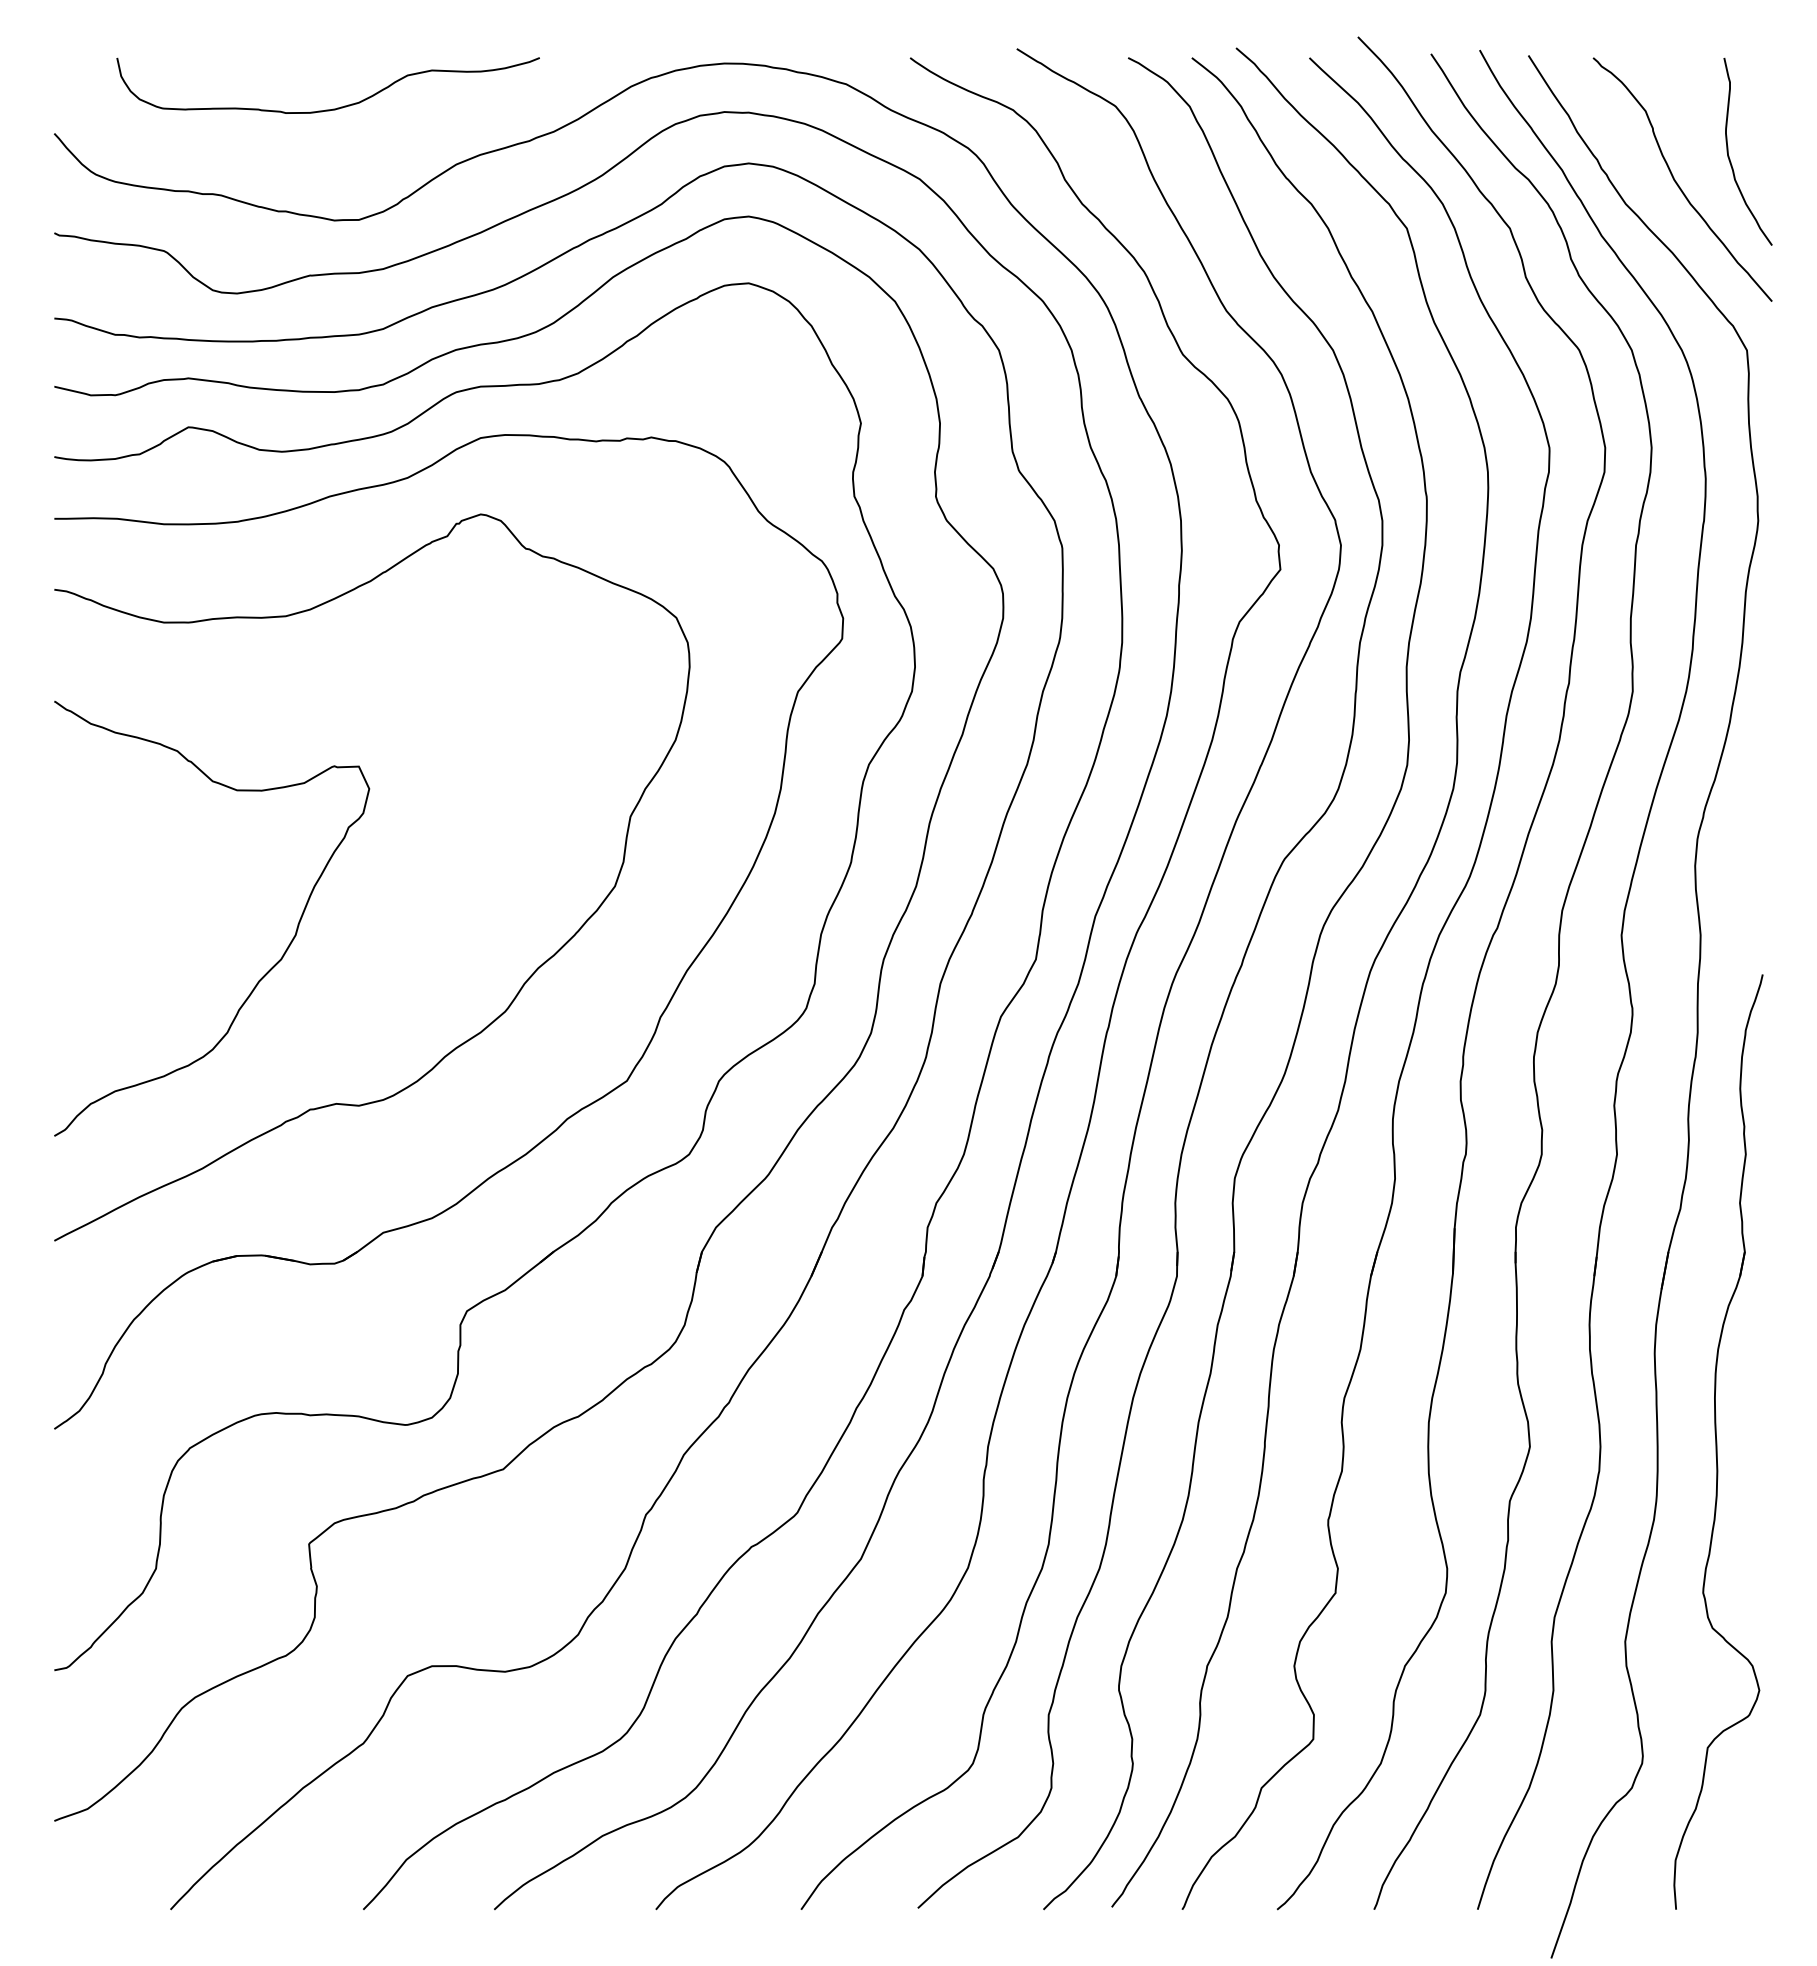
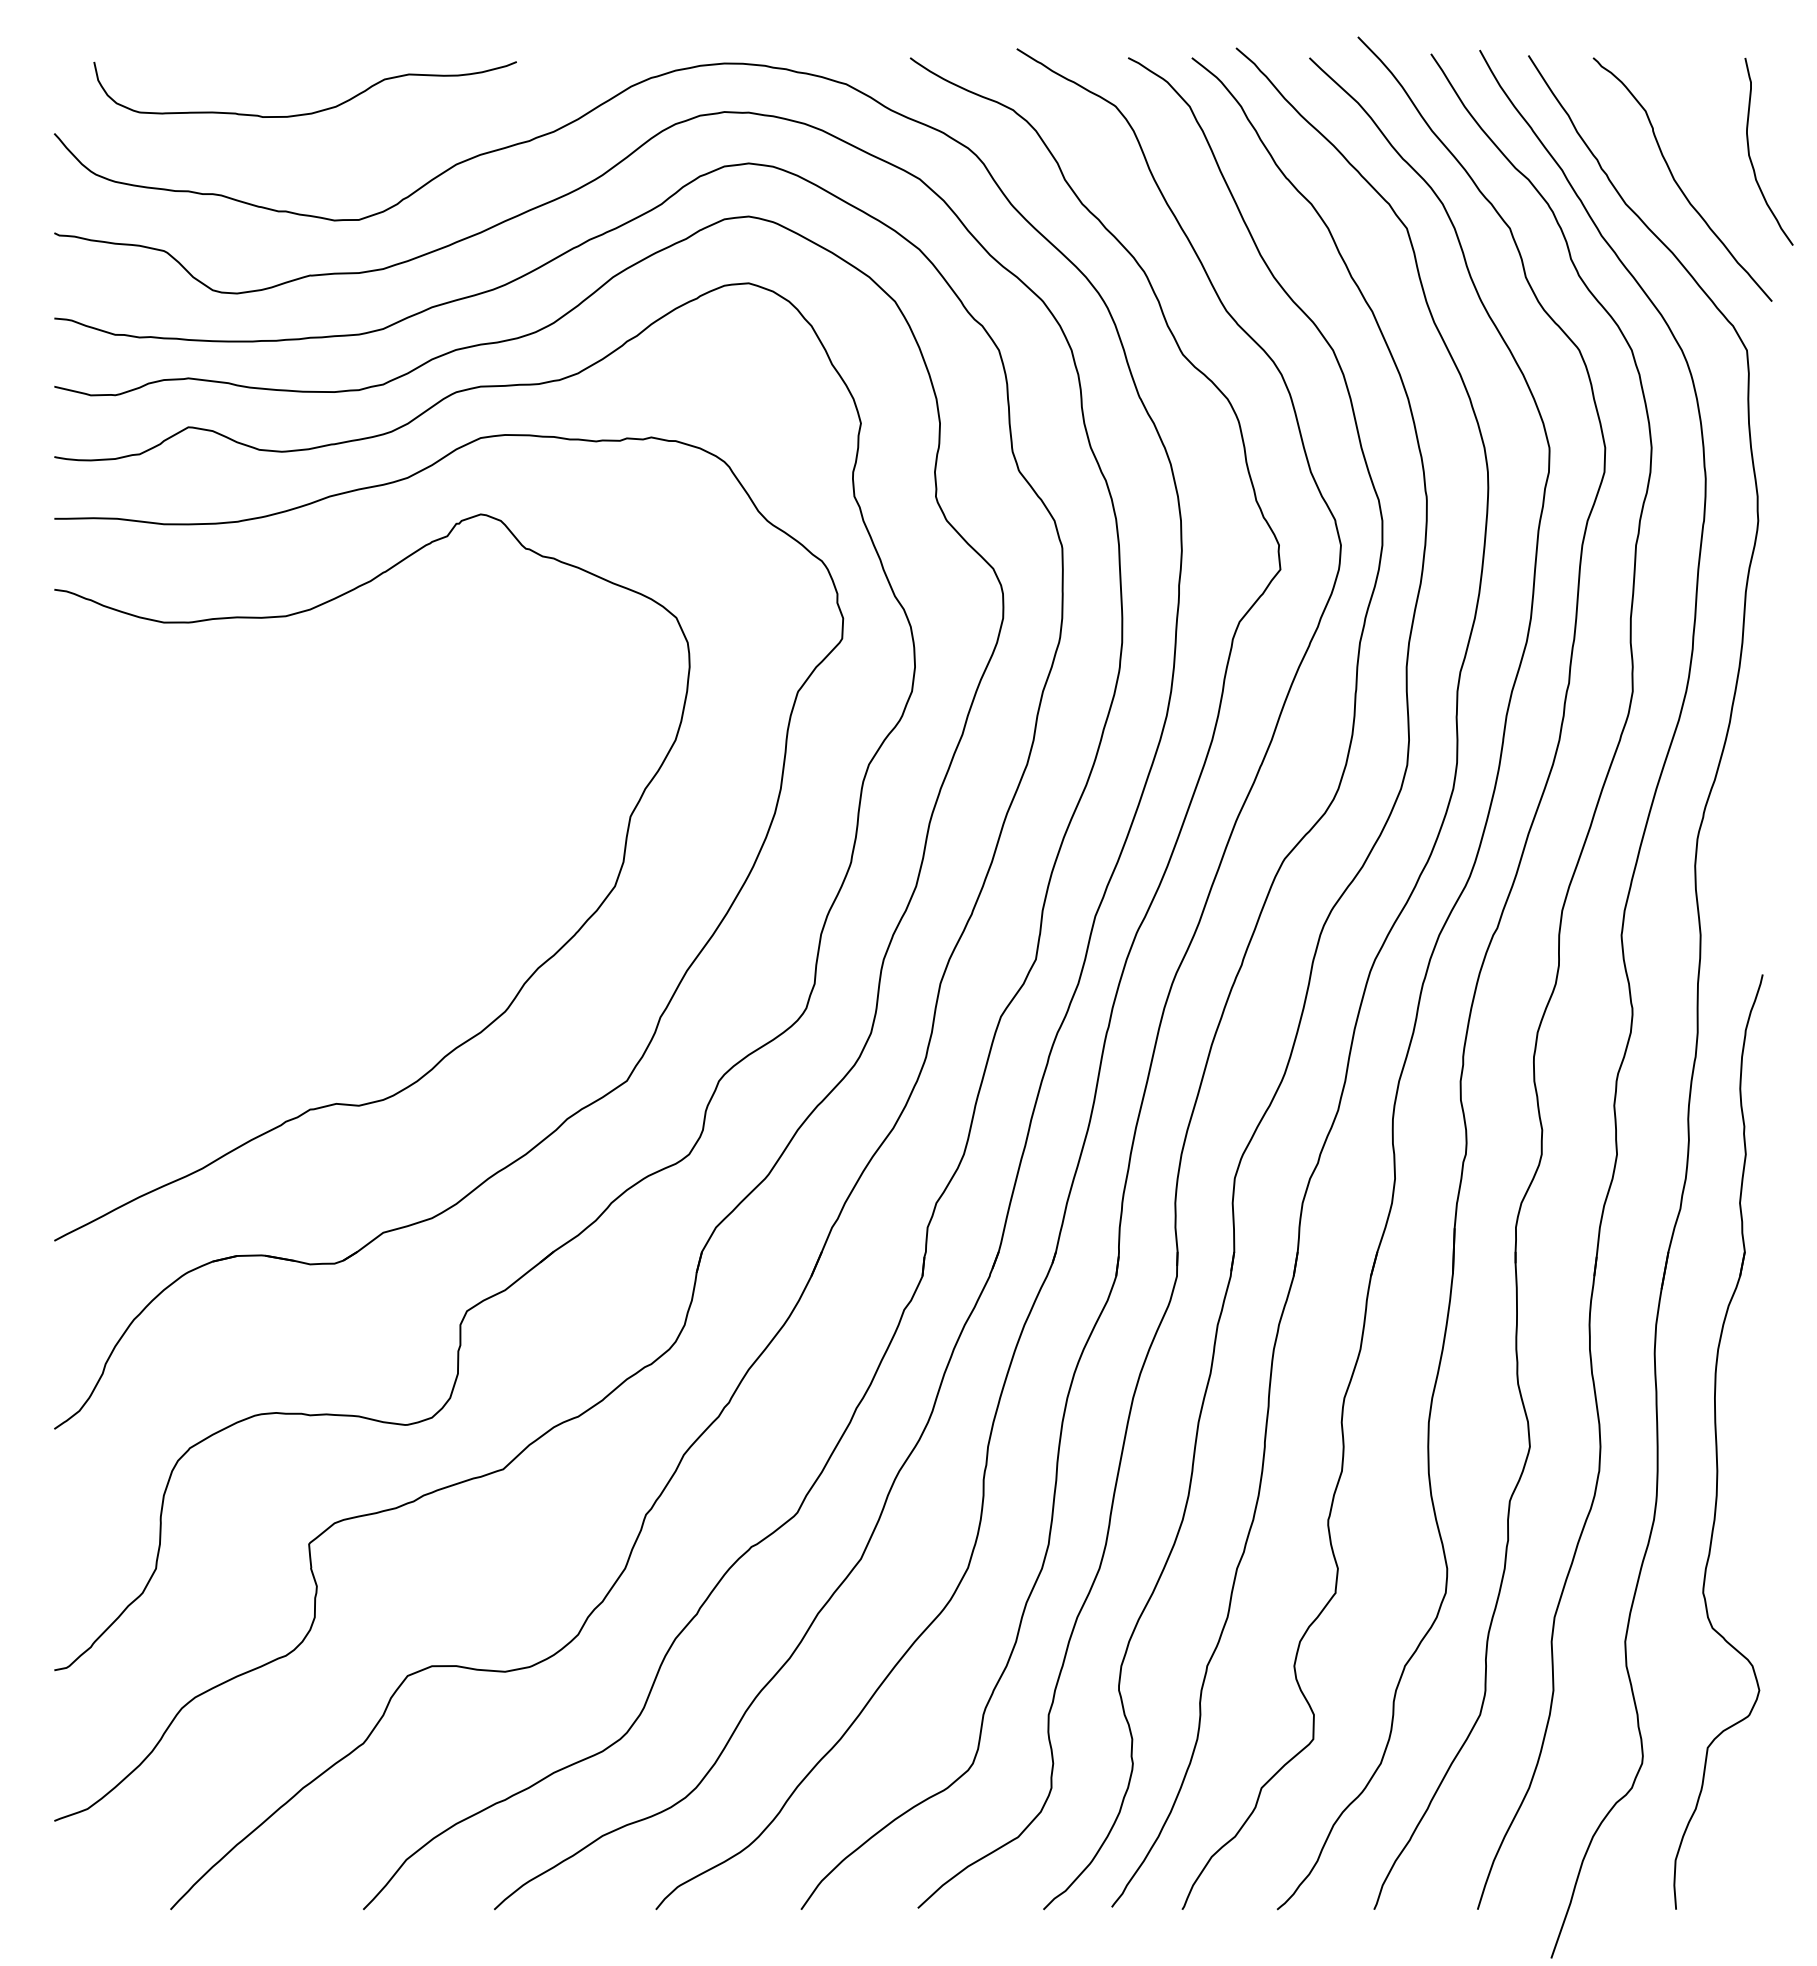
curve at (333, 108) position: (333, 108) -> (310, 112)
curve at (1729, 155) position: (1729, 155) -> (1750, 155)
curve at (266, 972): present -> none
